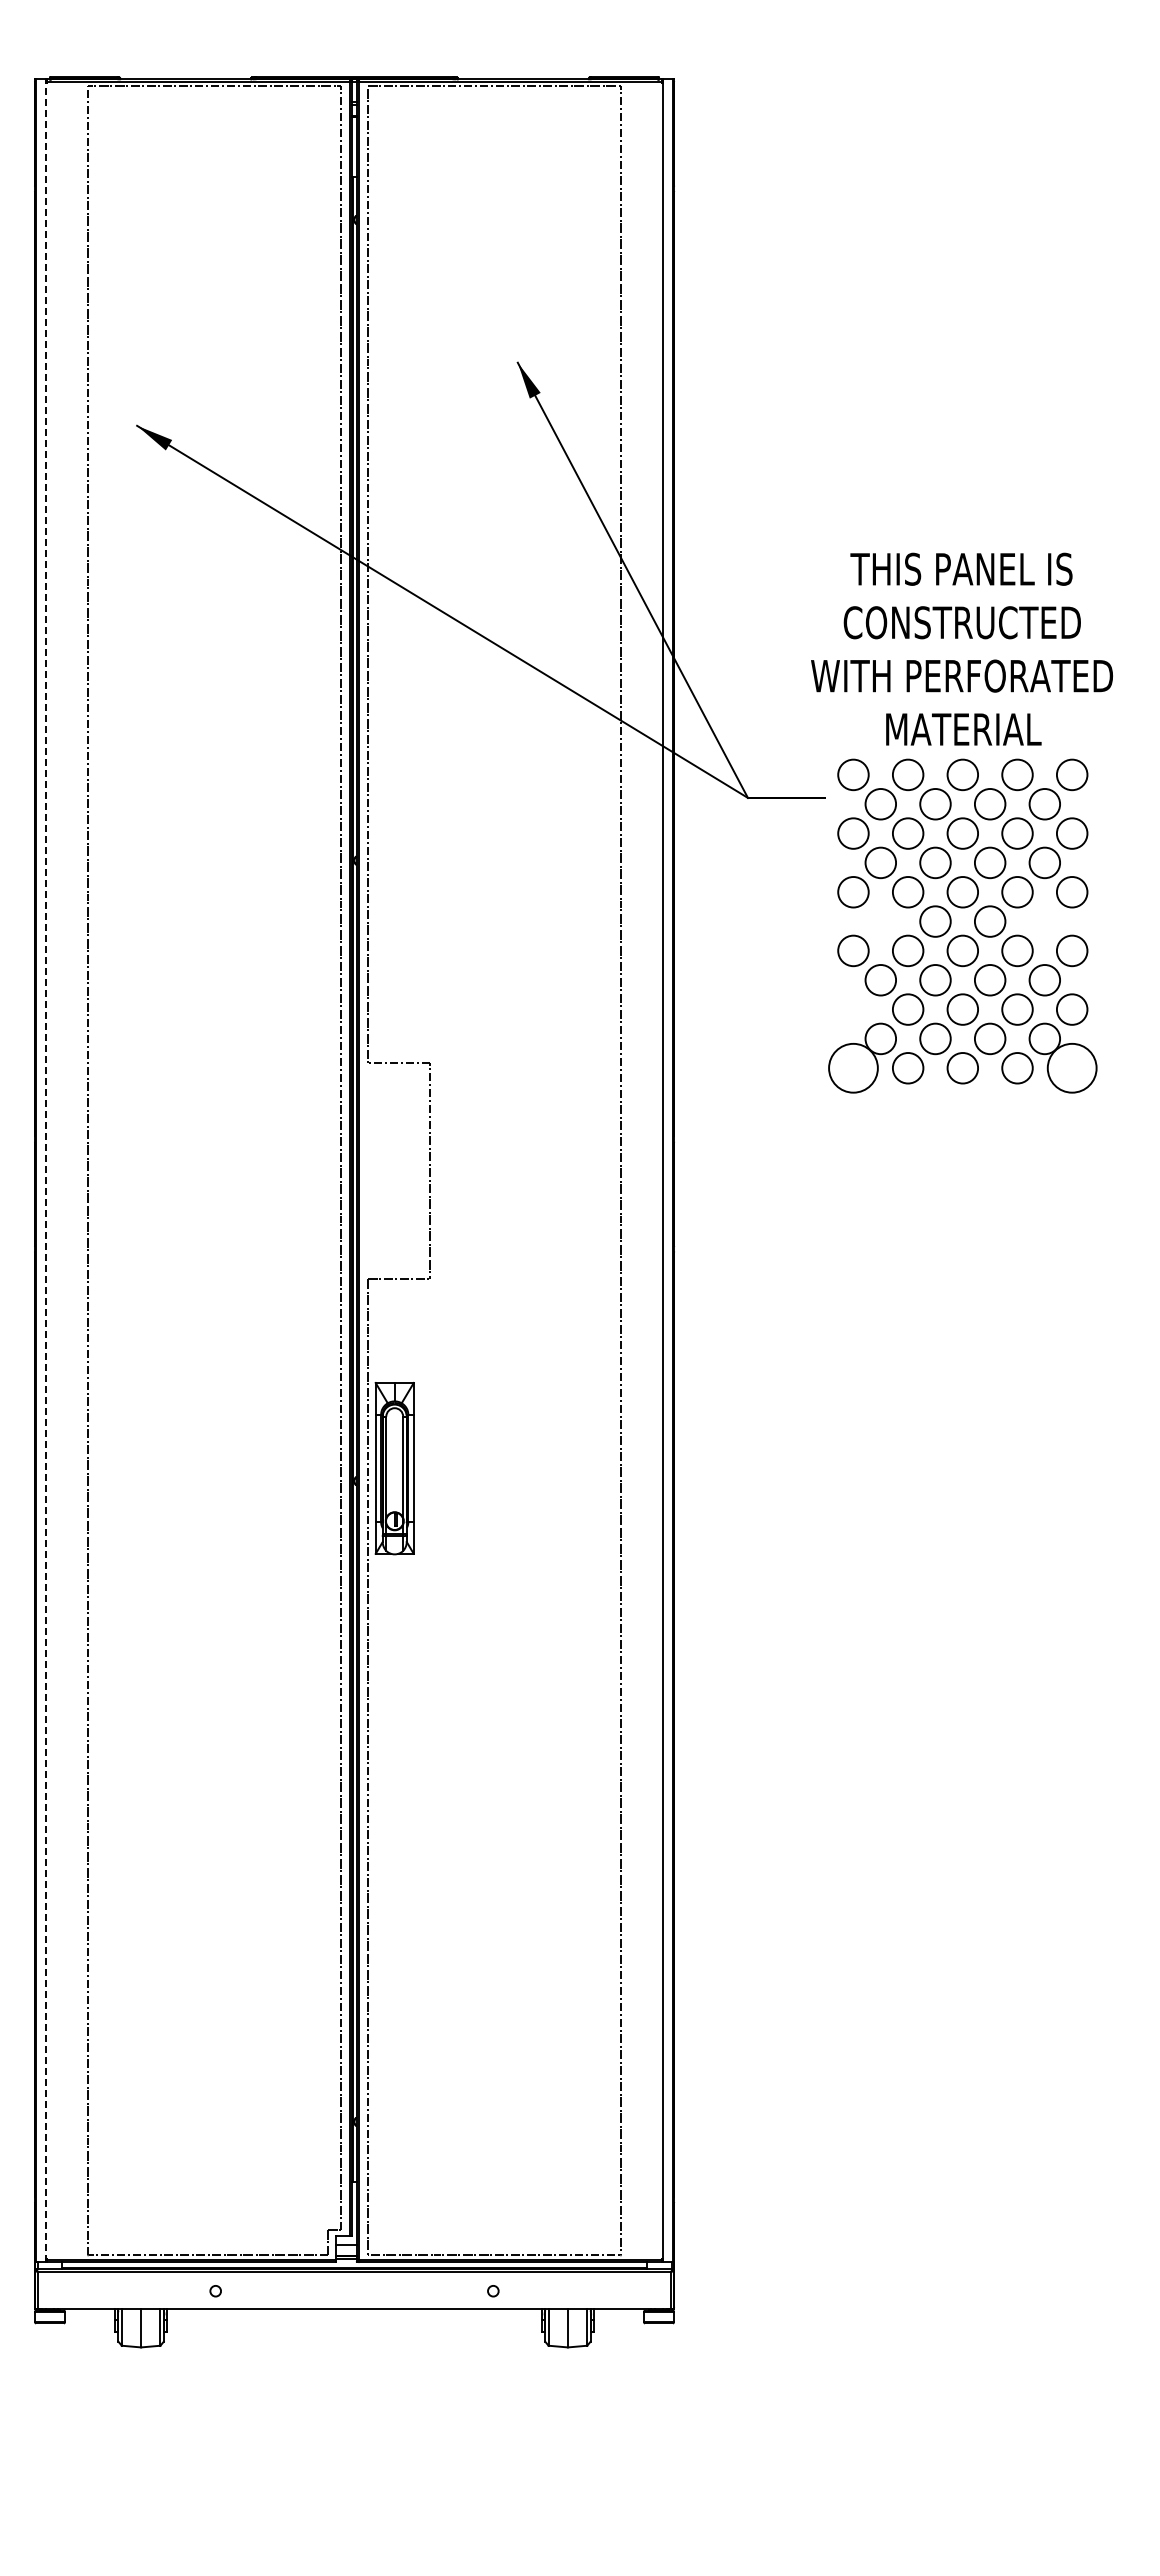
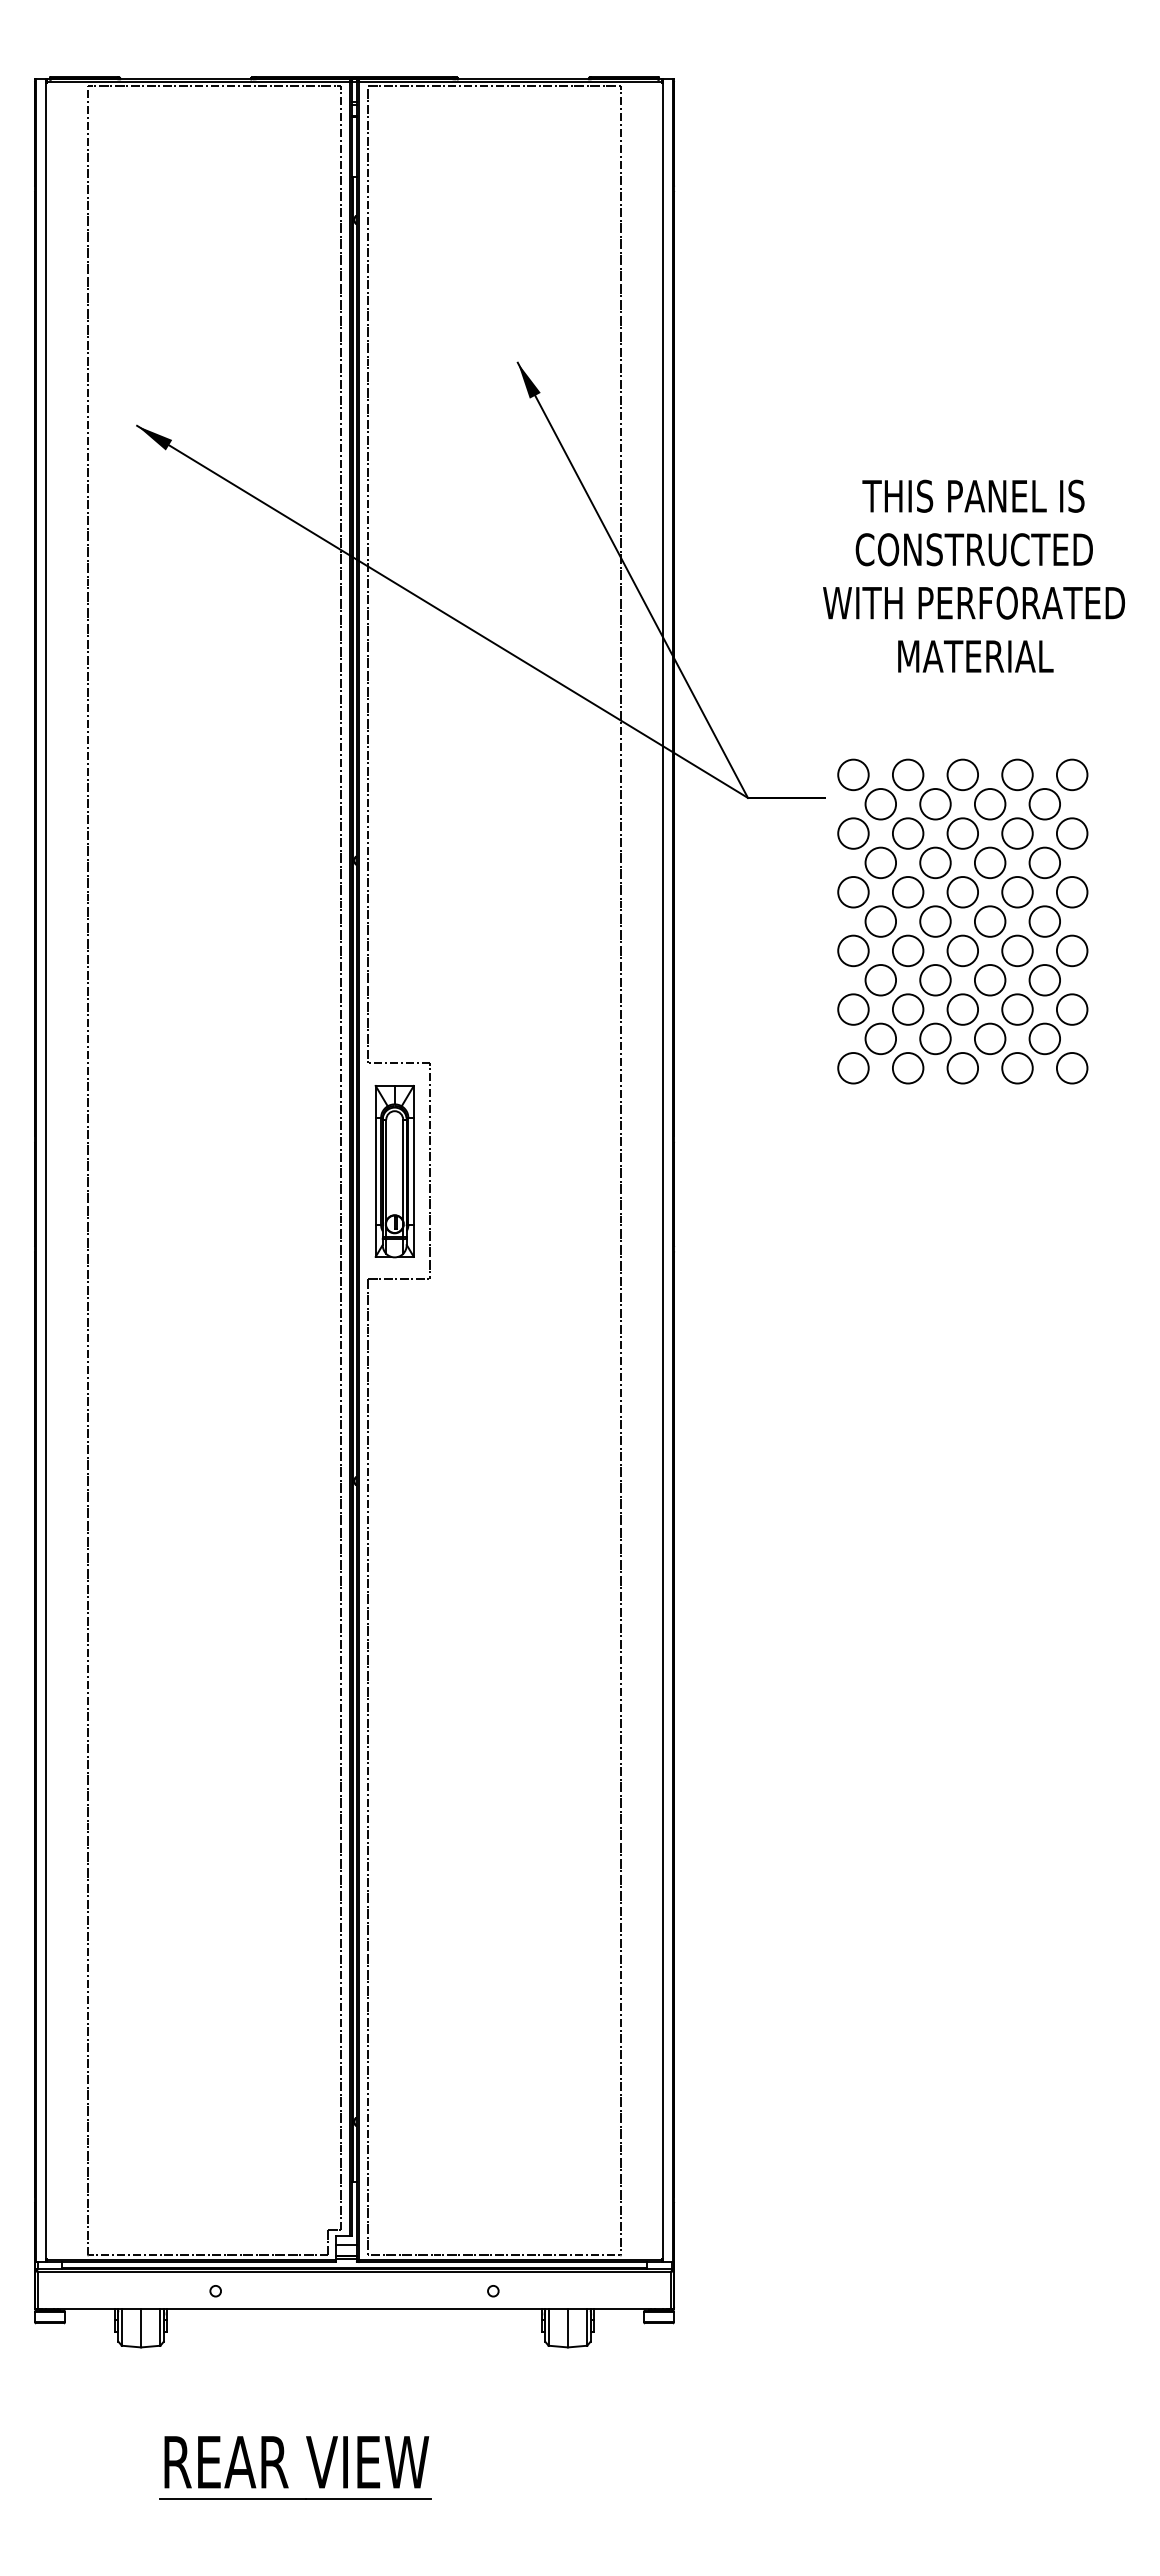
text at (961, 648) position: (961, 648) -> (973, 575)
circle at (880, 921): none -> present
circle at (1044, 921): none -> present
circle at (853, 1009): none -> present
circle at (853, 1067) diameter: 49 px -> 31 px
circle at (1071, 1067) diameter: 49 px -> 31 px
line at (46, 1170): dashed -> solid
part at (394, 1468) position: (394, 1468) -> (394, 1171)
part at (283, 2472): none -> present
